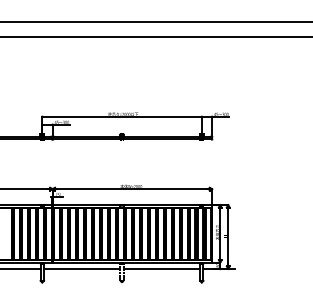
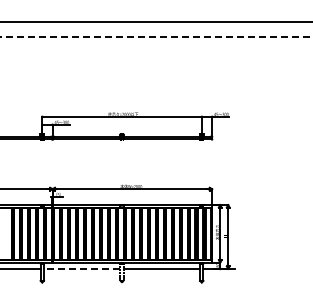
line at (156, 37): solid -> dashed
line at (81, 268): solid -> dashed
